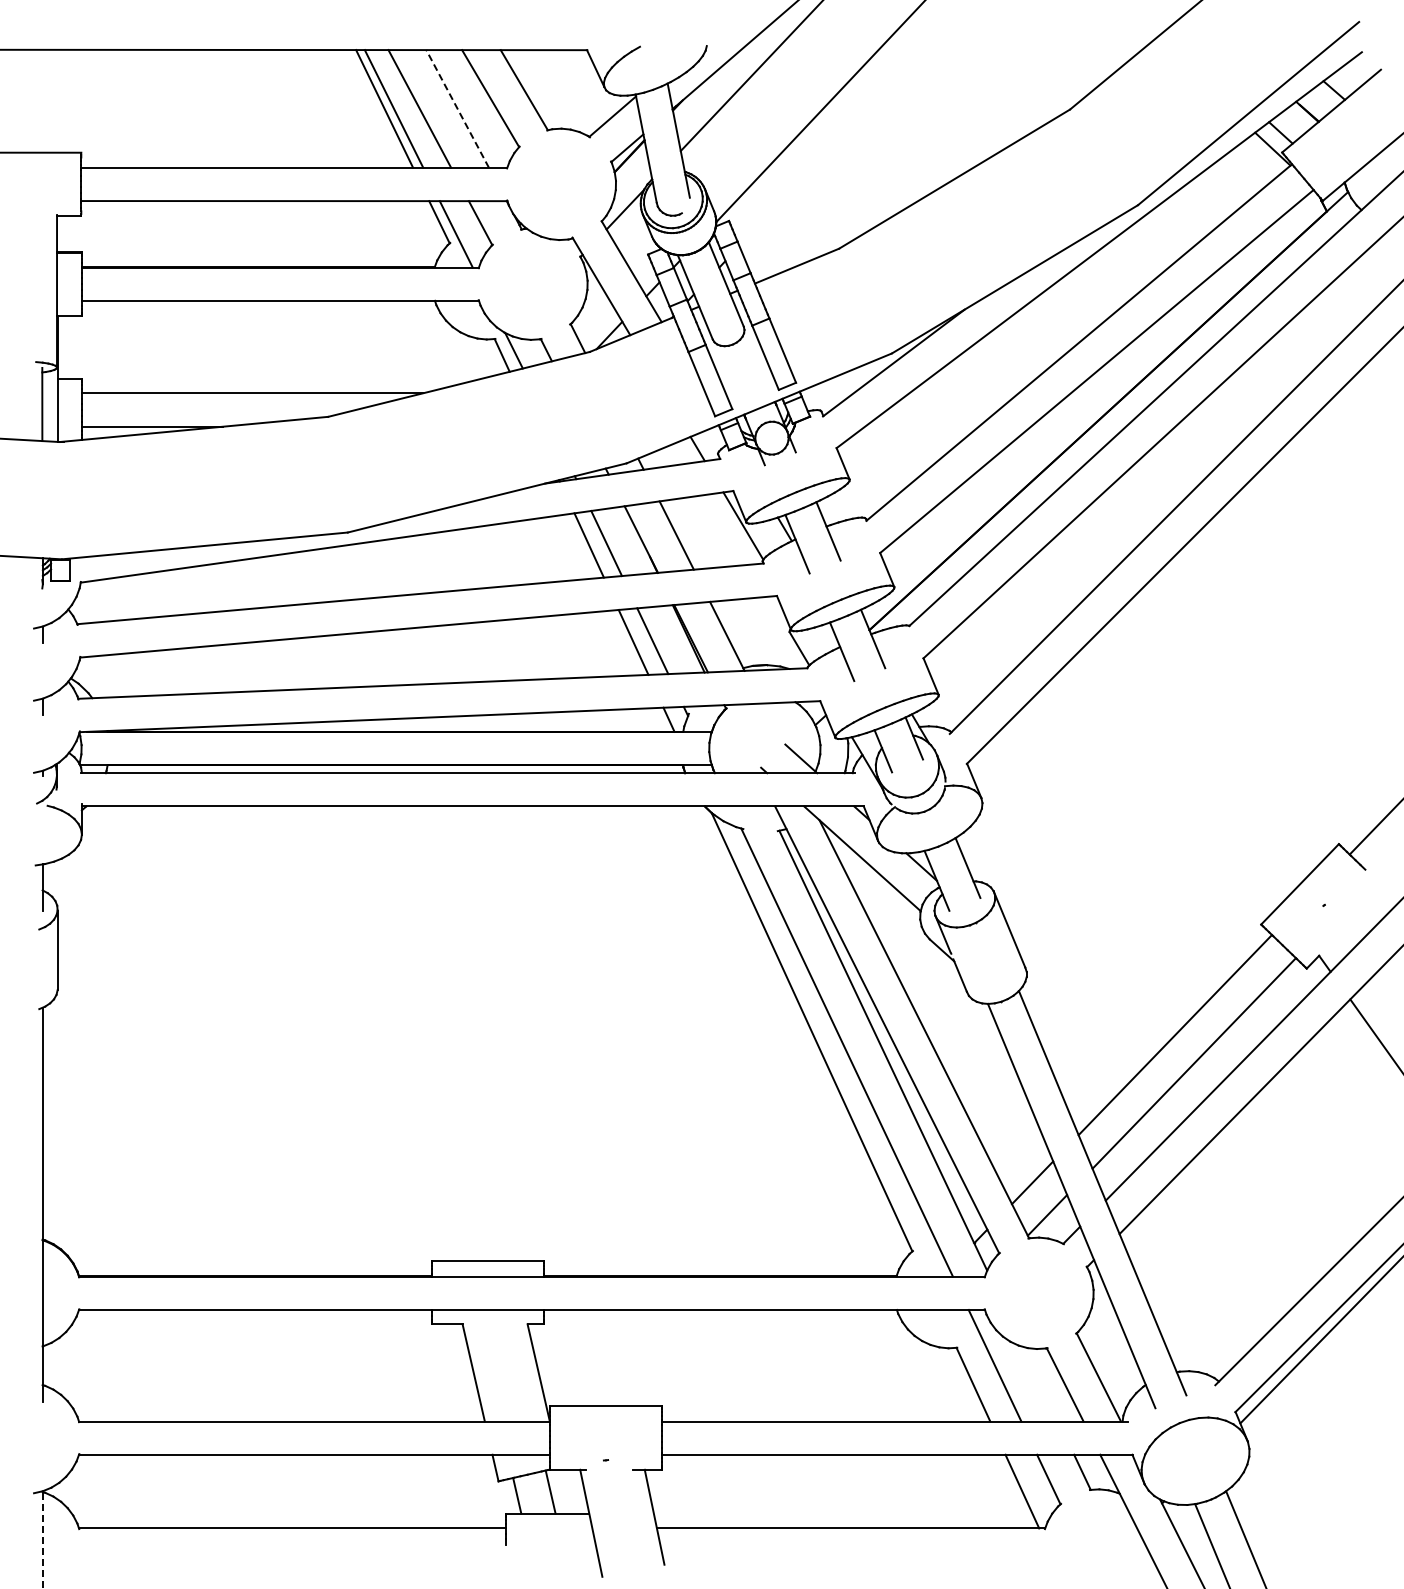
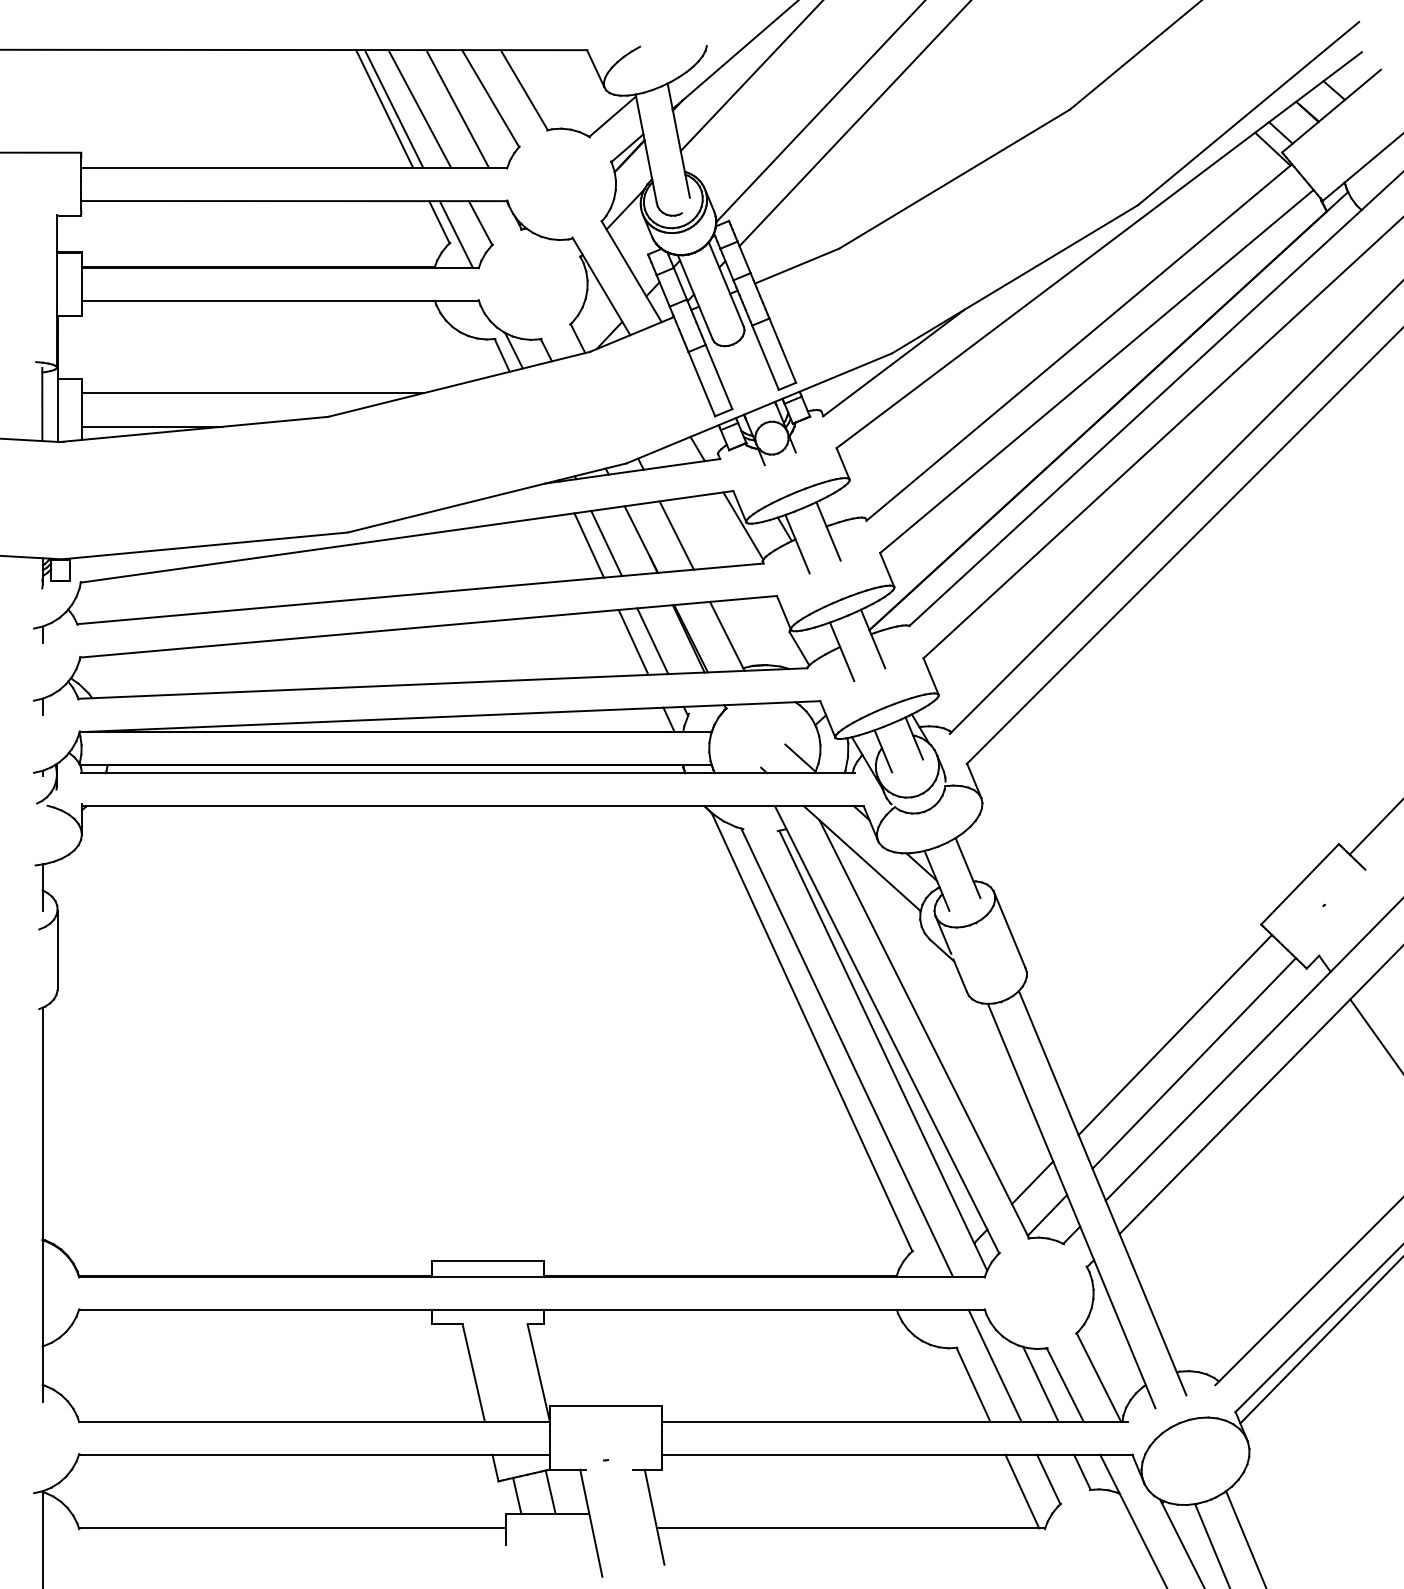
line at (457, 108): dashed -> solid
line at (854, 124): none -> present
line at (1040, 1383): none -> present
line at (42, 1539): dashed -> solid
